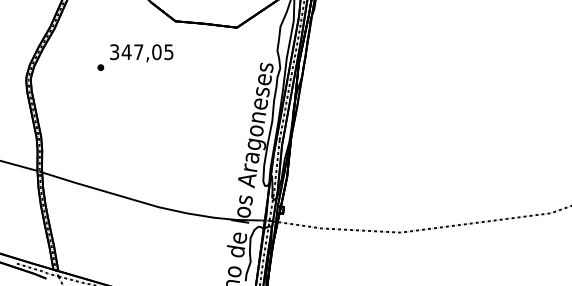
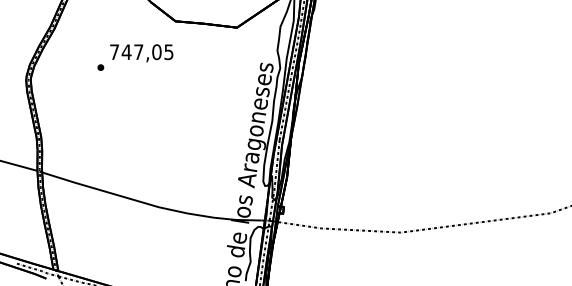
text at (114, 52): 347,05 -> 747,05
